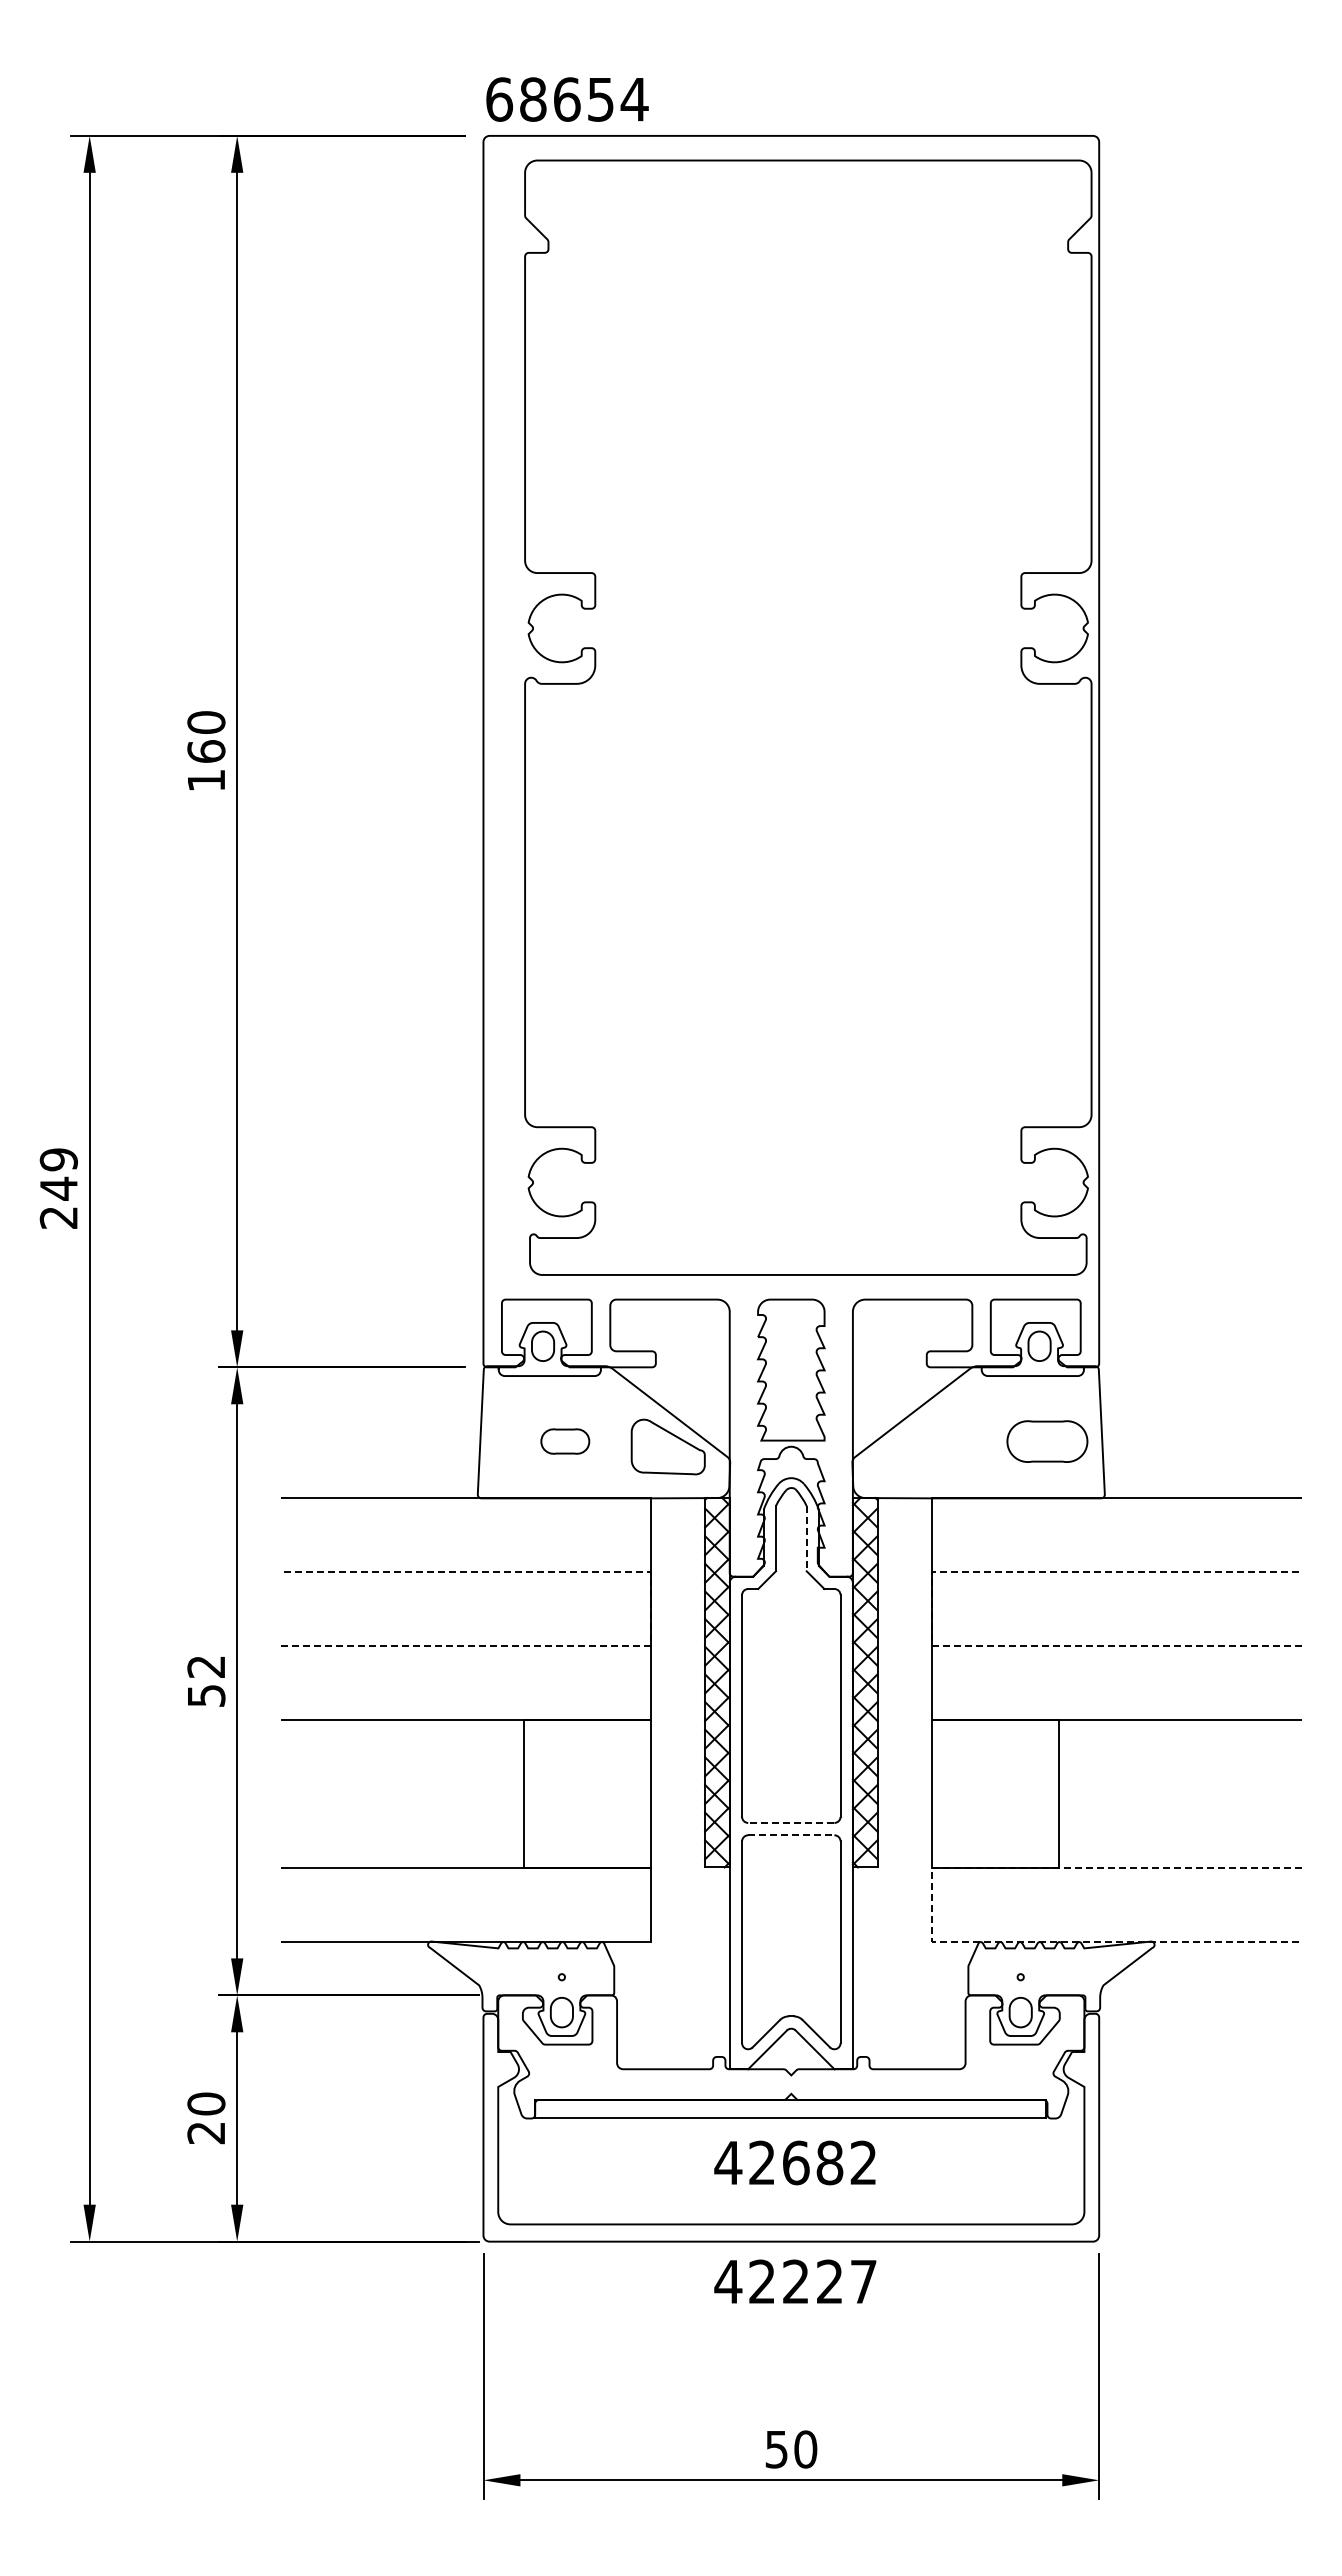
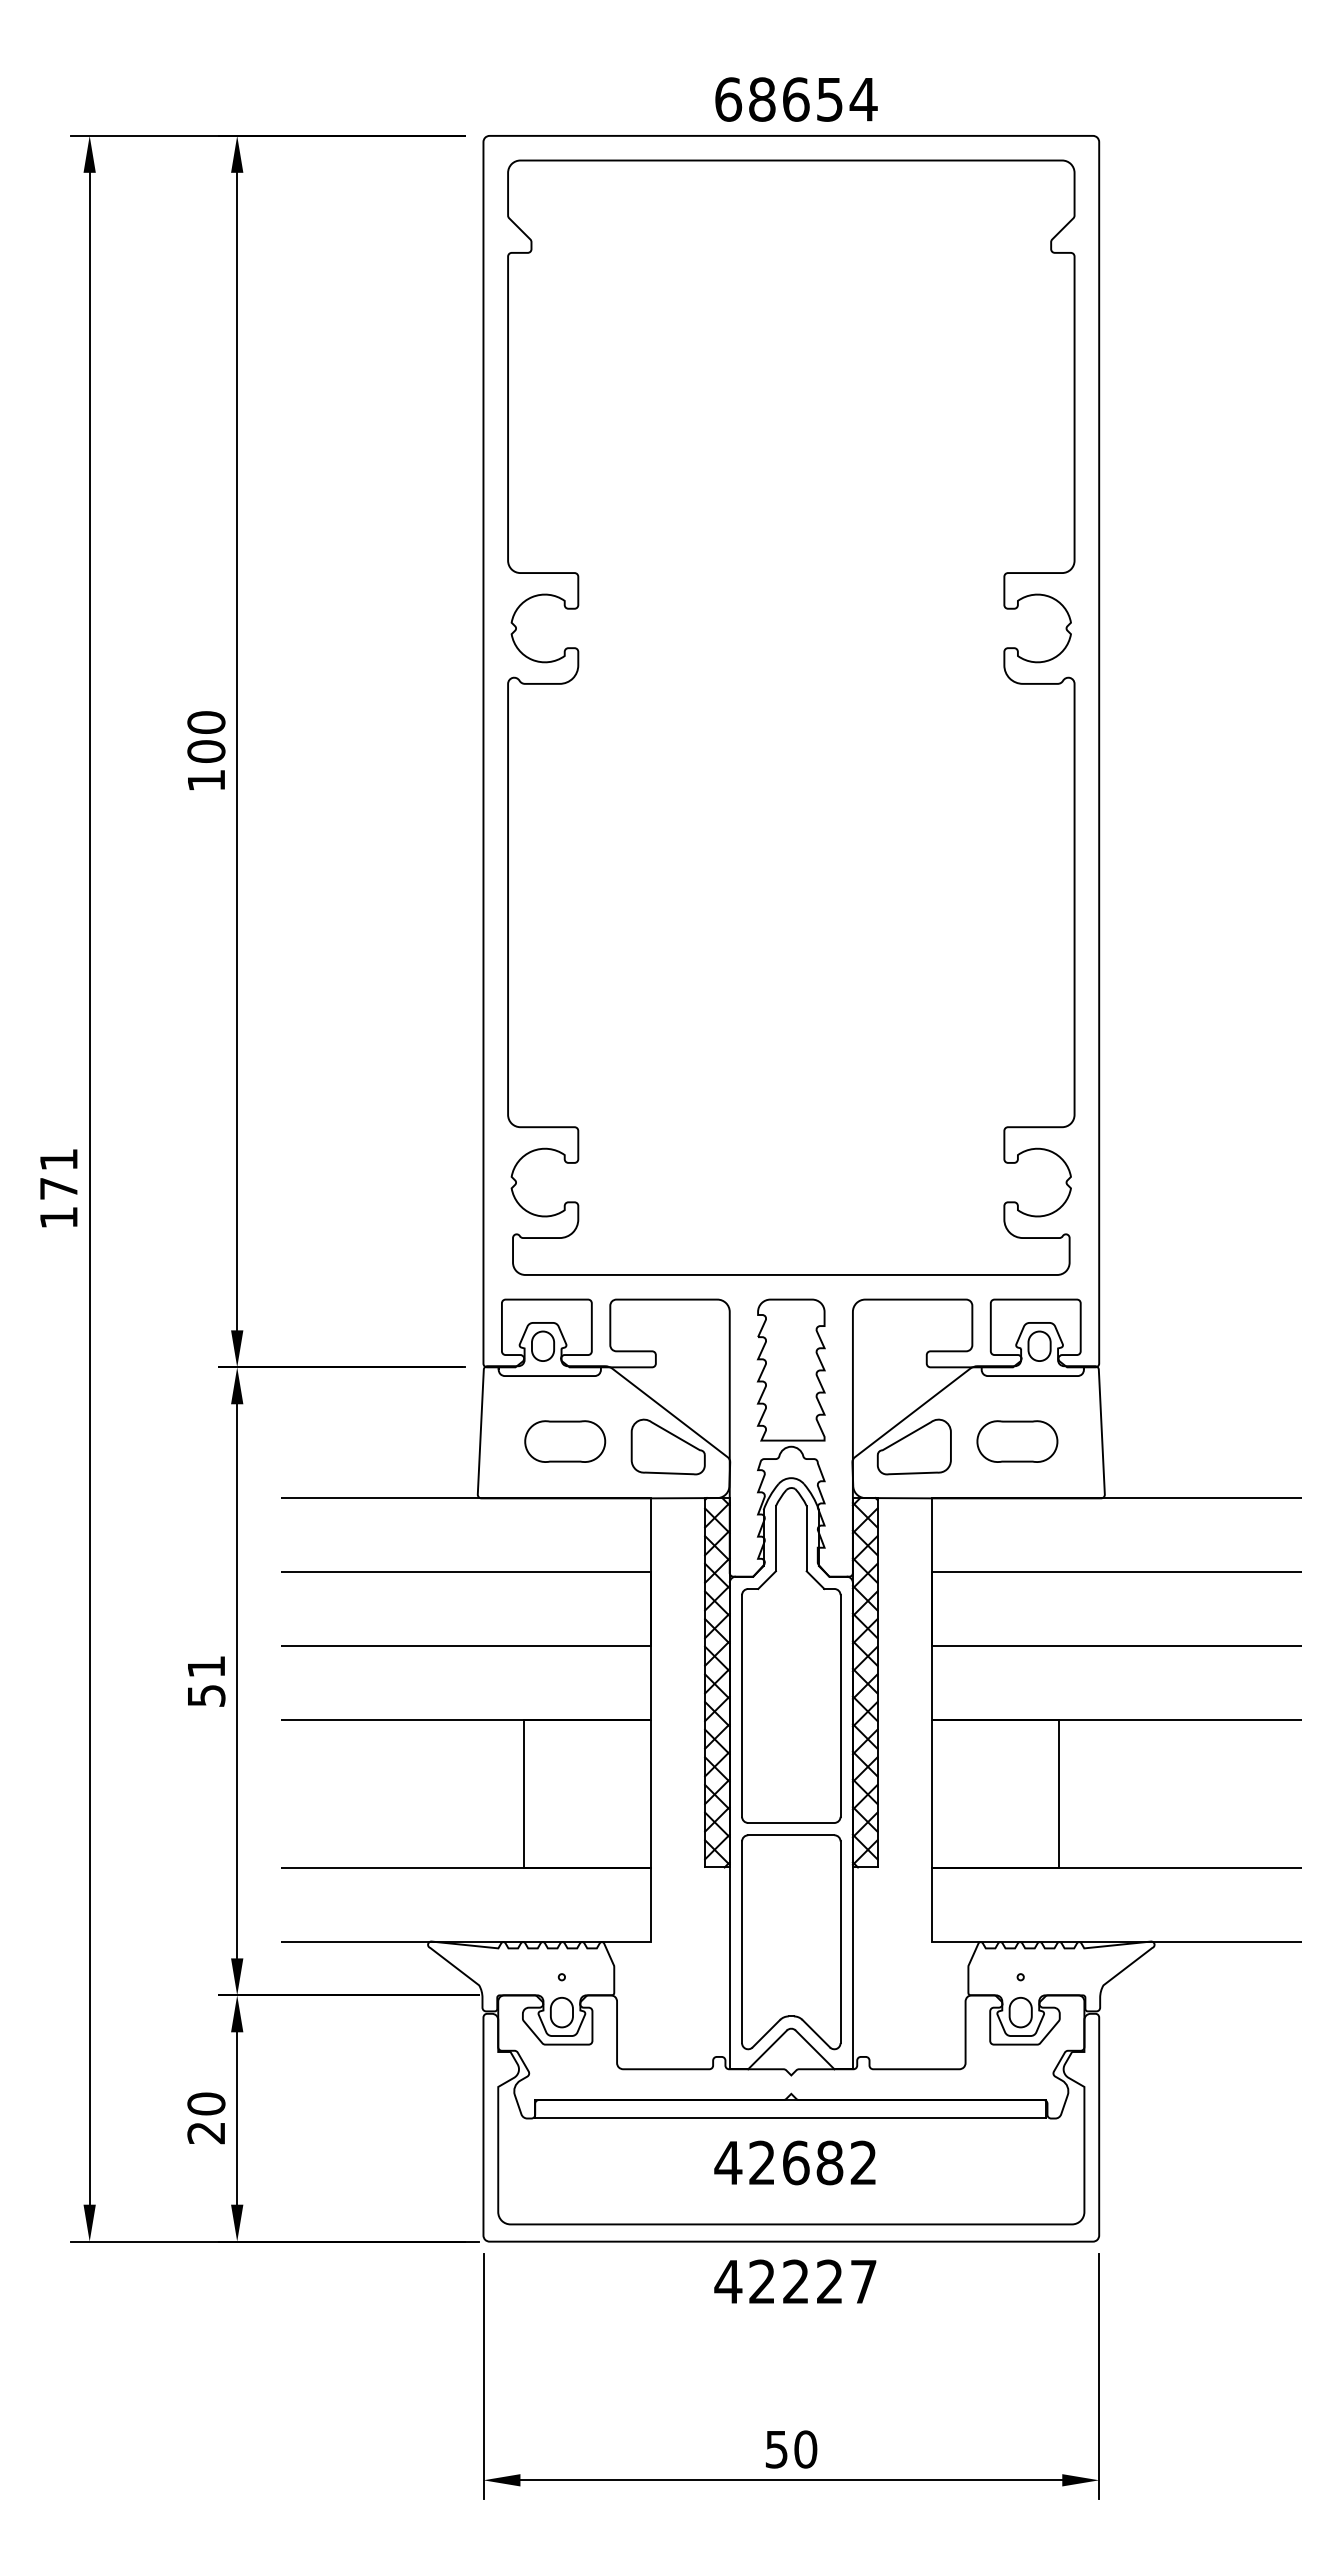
text at (567, 99) position: (567, 99) -> (796, 99)
part at (808, 717) position: (808, 717) -> (791, 717)
text at (206, 751): 160 -> 100
text at (58, 1188): 249 -> 171
part at (565, 1441) size: 51x27 px -> 83x43 px
part at (1047, 1441) position: (1047, 1441) -> (1017, 1441)
part at (913, 1446): none -> present
line at (806, 1538): dashed -> solid
line at (650, 1609): dashed -> solid
line at (932, 1609): dashed -> solid
text at (205, 1666): 52 -> 51
line at (790, 1822): dashed -> solid
line at (791, 1835): dashed -> solid
line at (932, 1904): dashed -> solid
